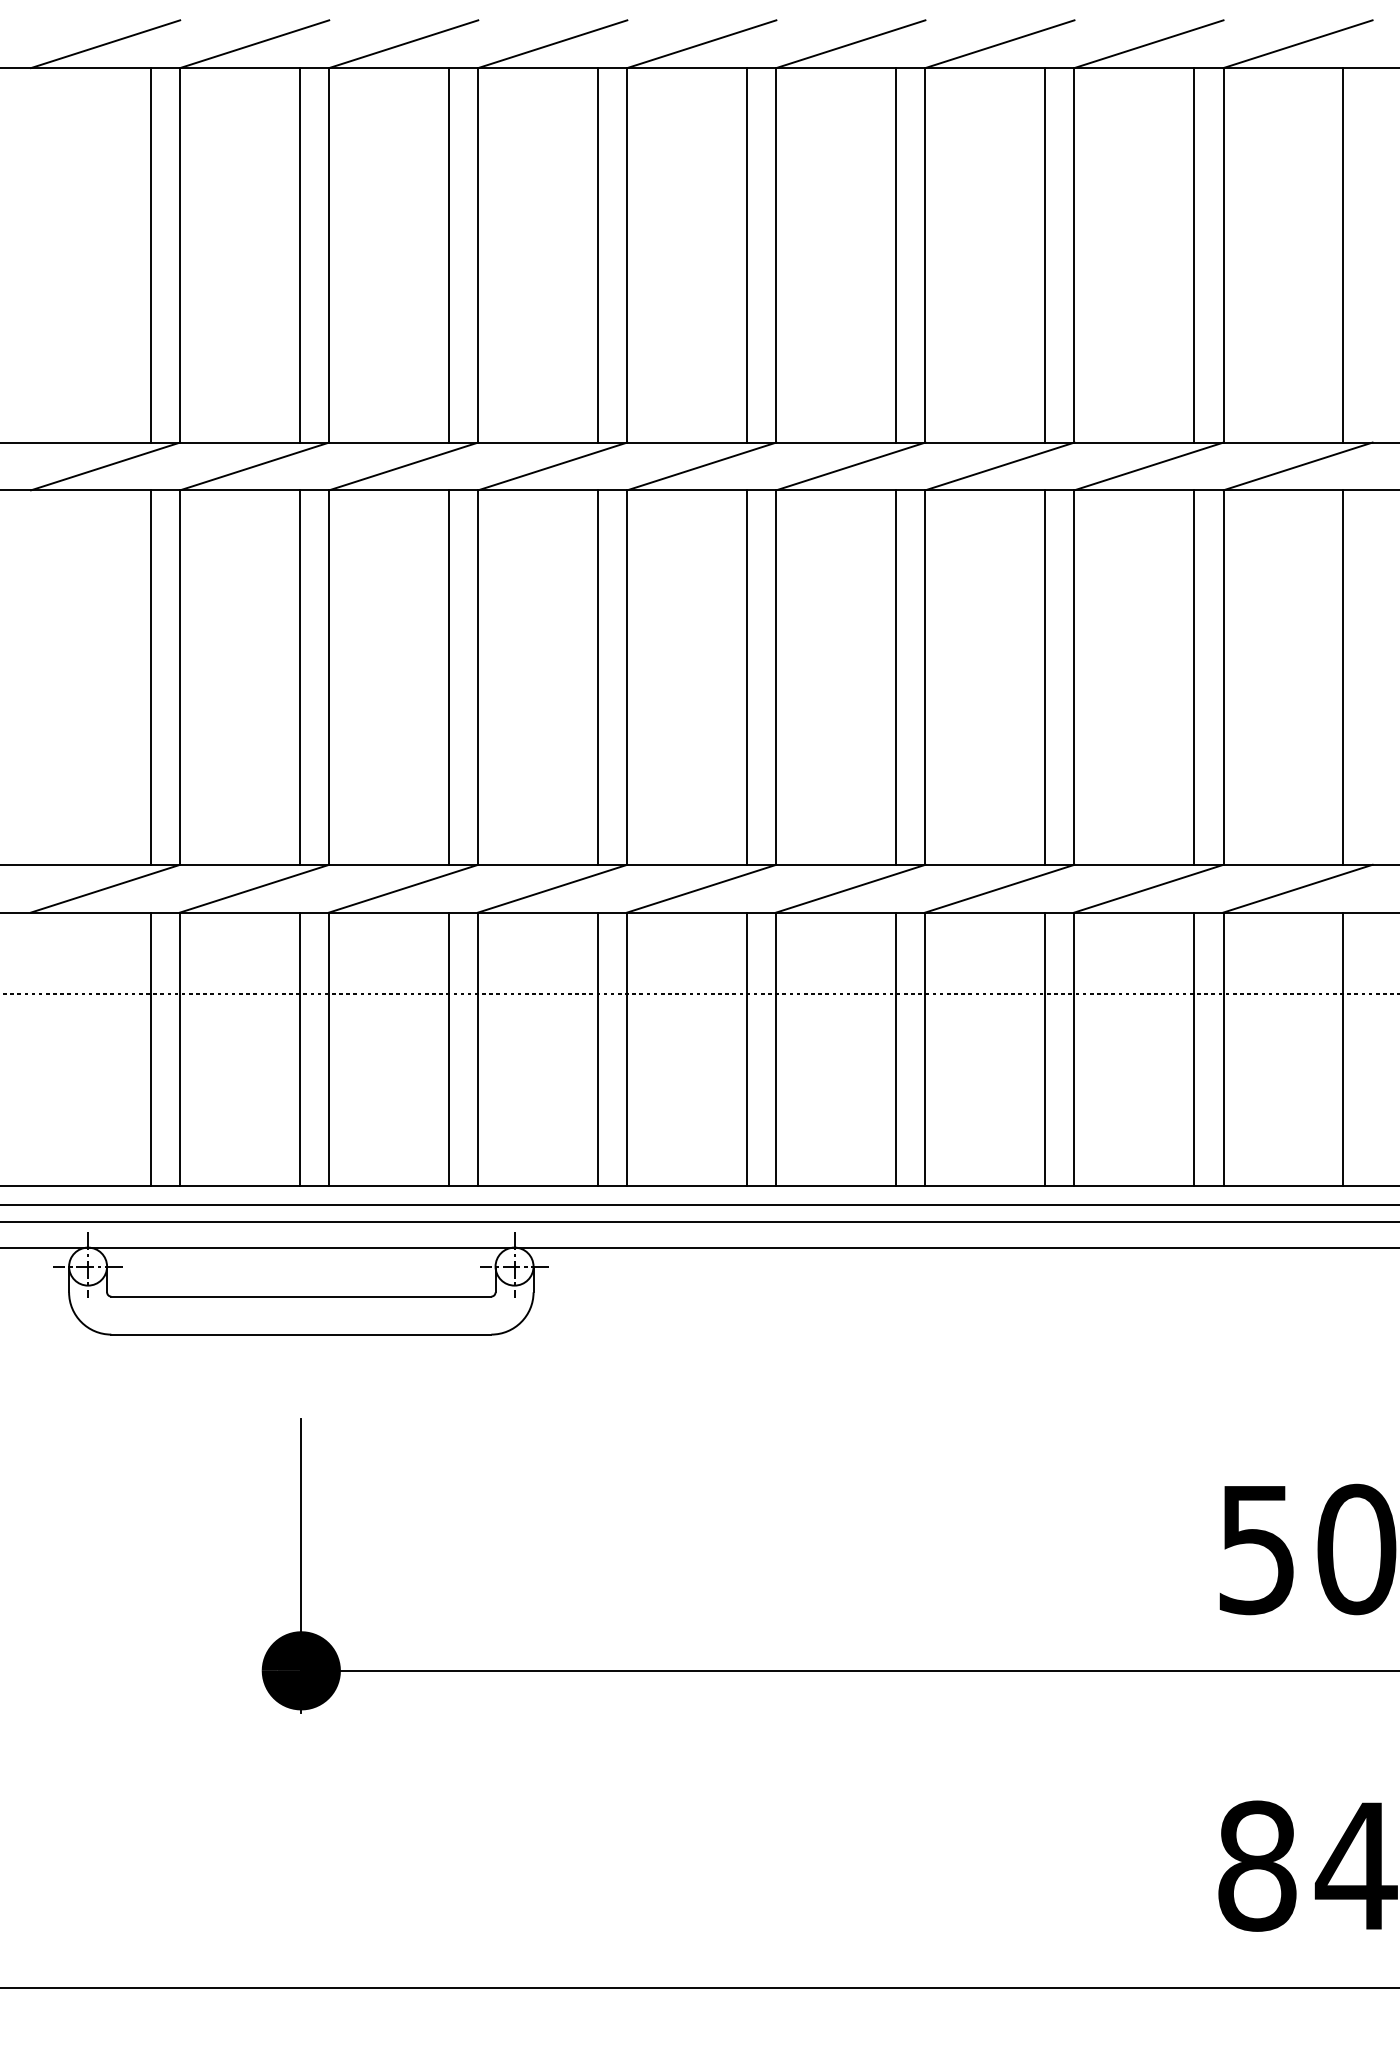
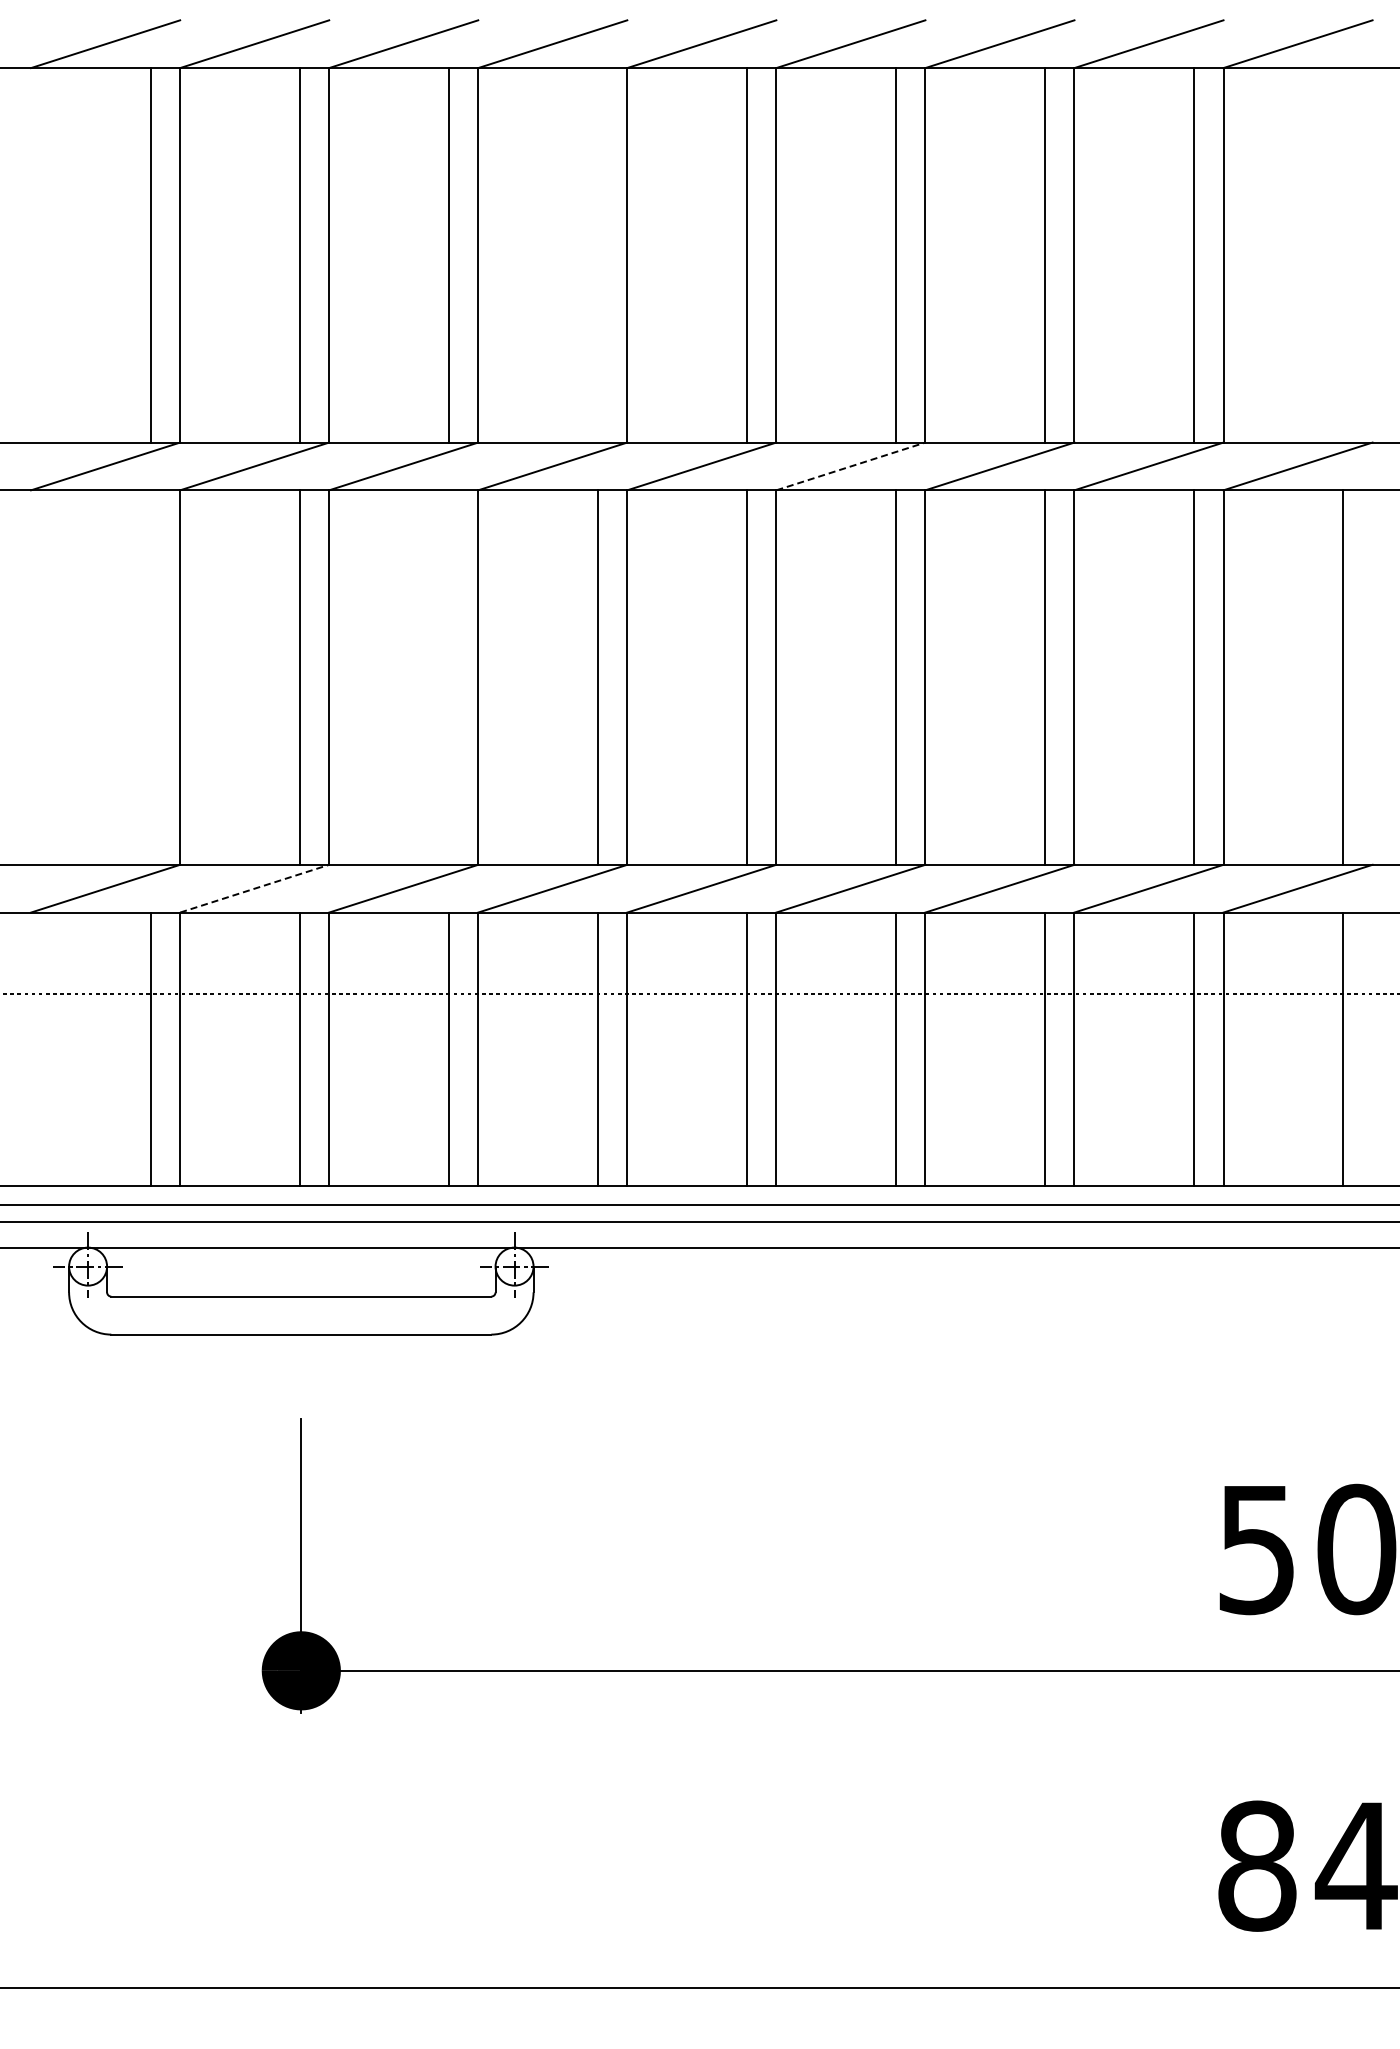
line at (597, 255): present -> none
line at (1343, 255): present -> none
line at (851, 466): solid -> dashed
line at (150, 677): present -> none
line at (448, 677): present -> none
line at (255, 888): solid -> dashed
